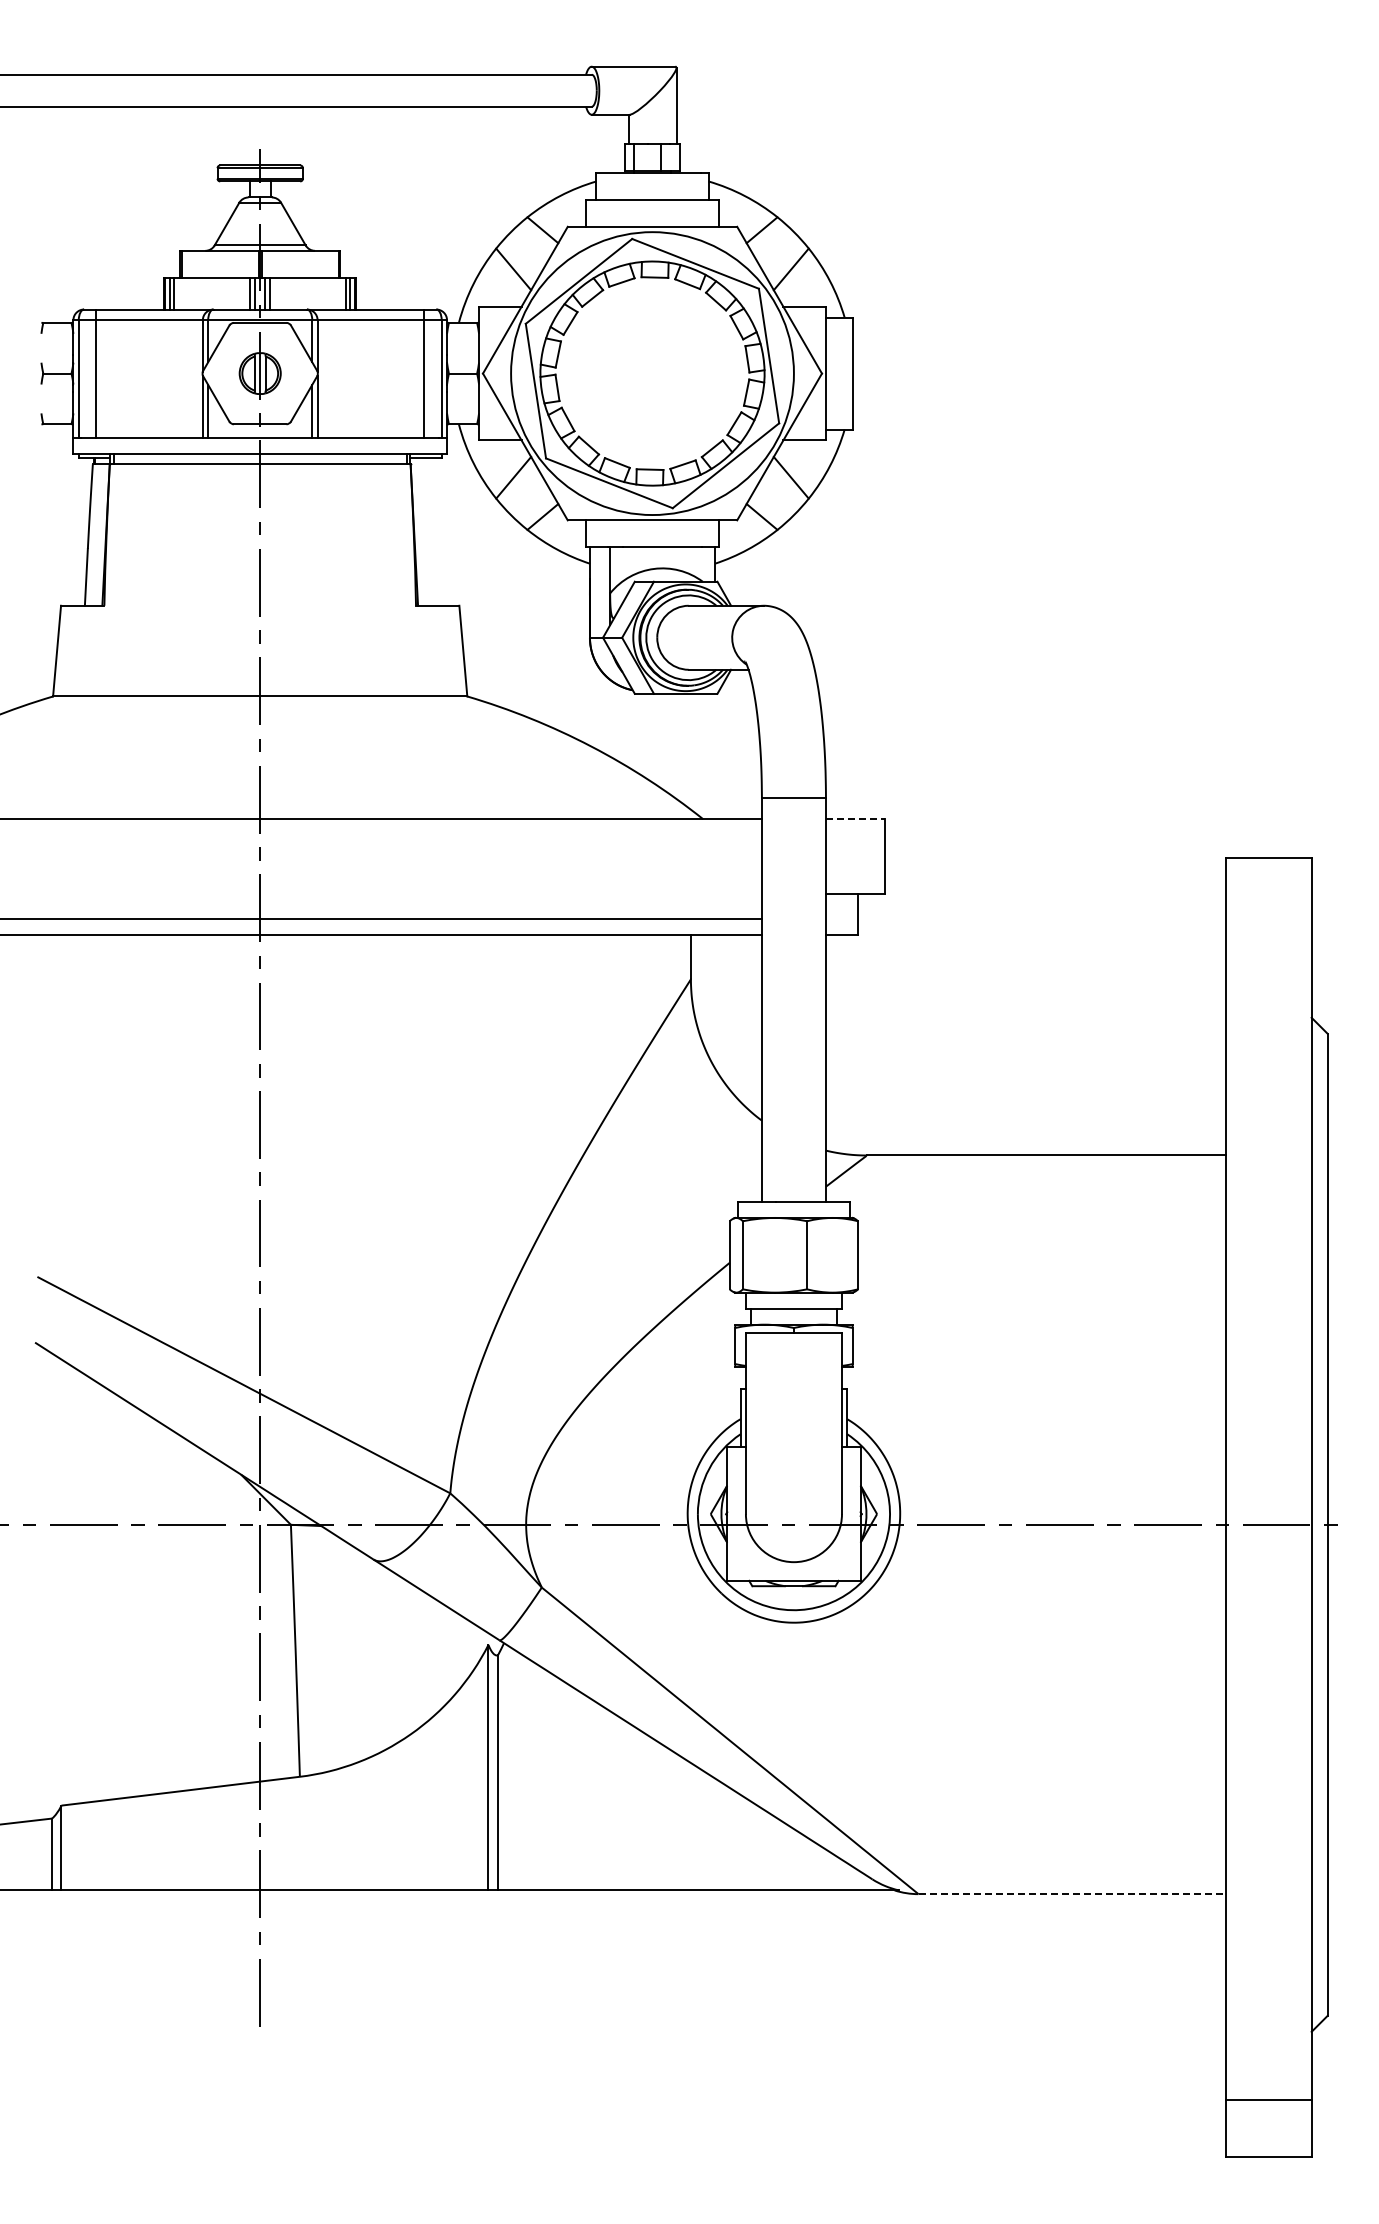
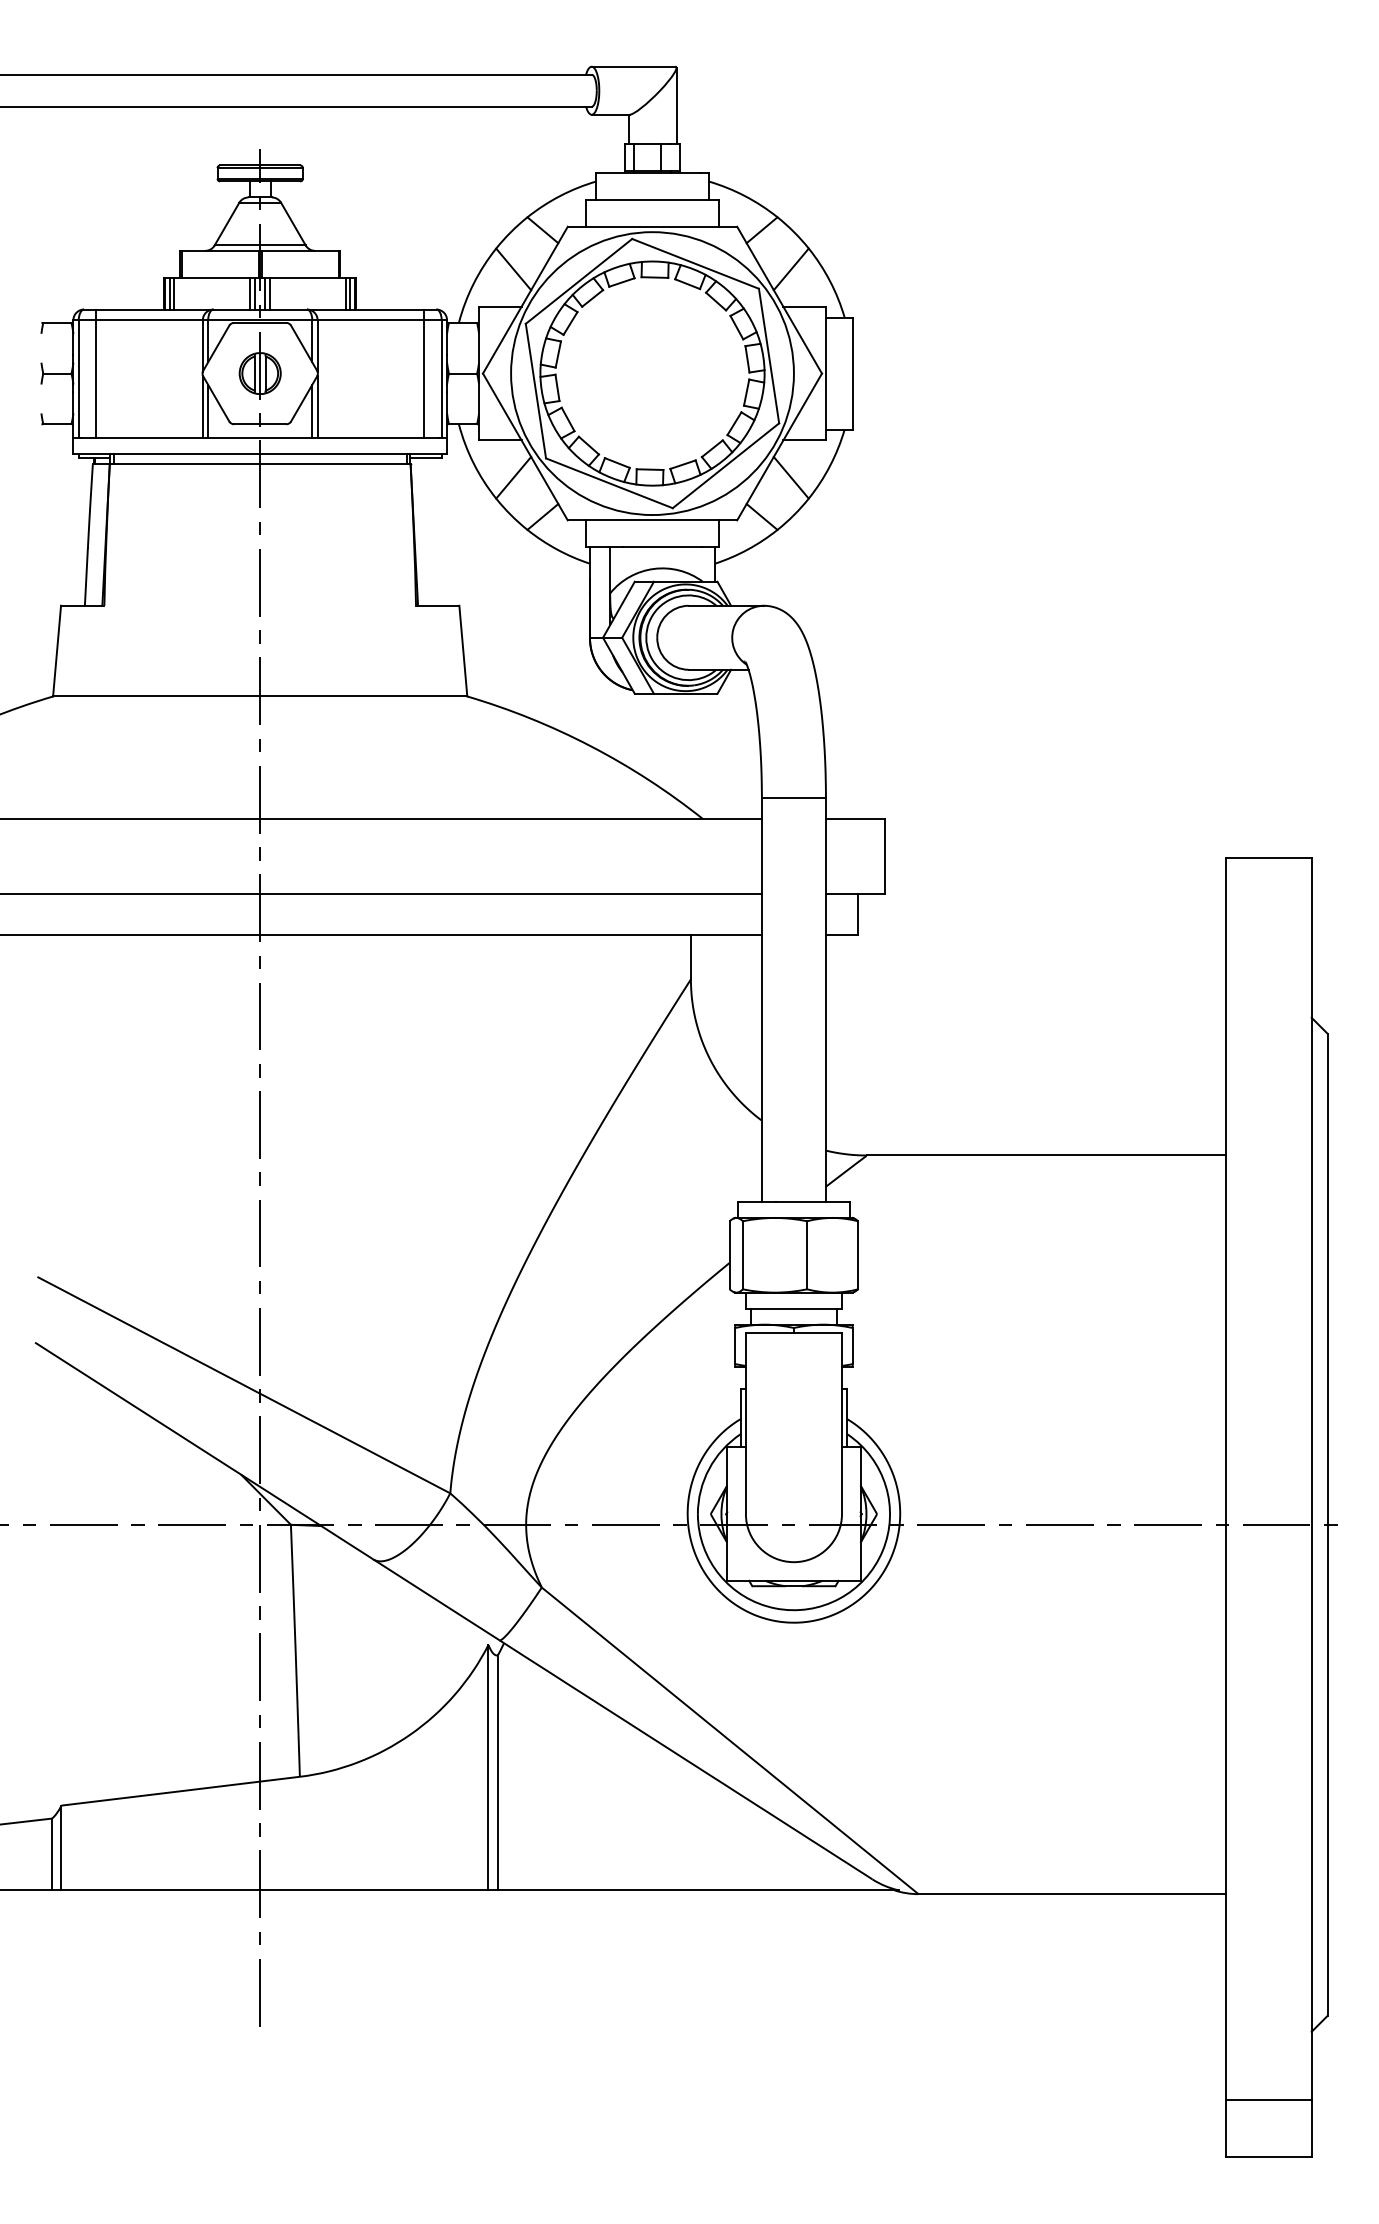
line at (855, 819): dashed -> solid
line at (381, 918) position: (381, 918) -> (381, 893)
line at (1072, 1894): dashed -> solid
